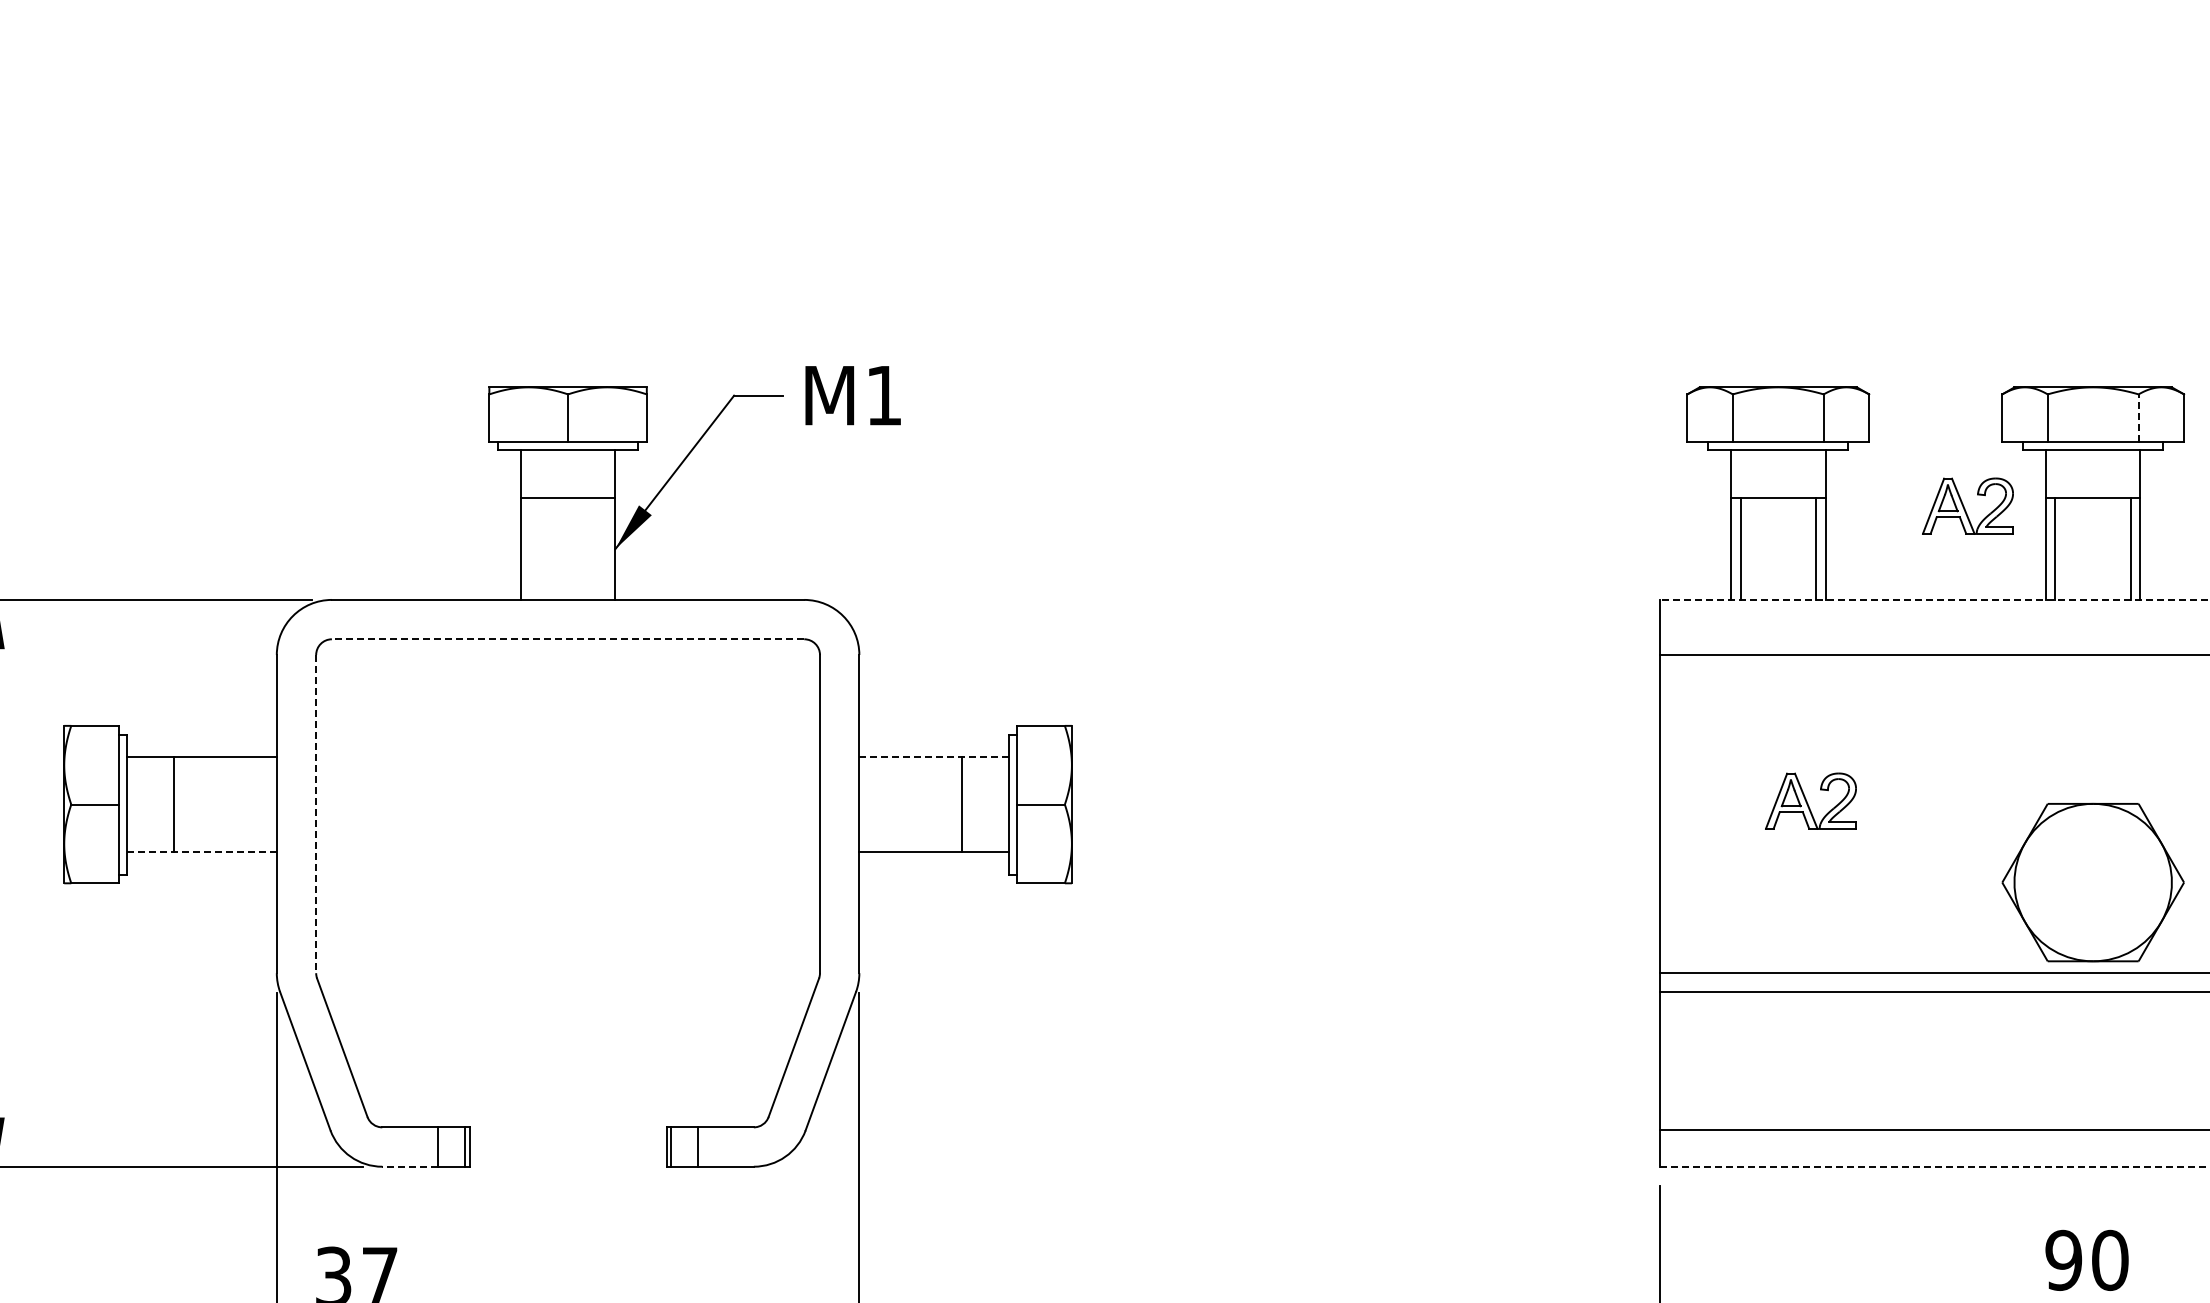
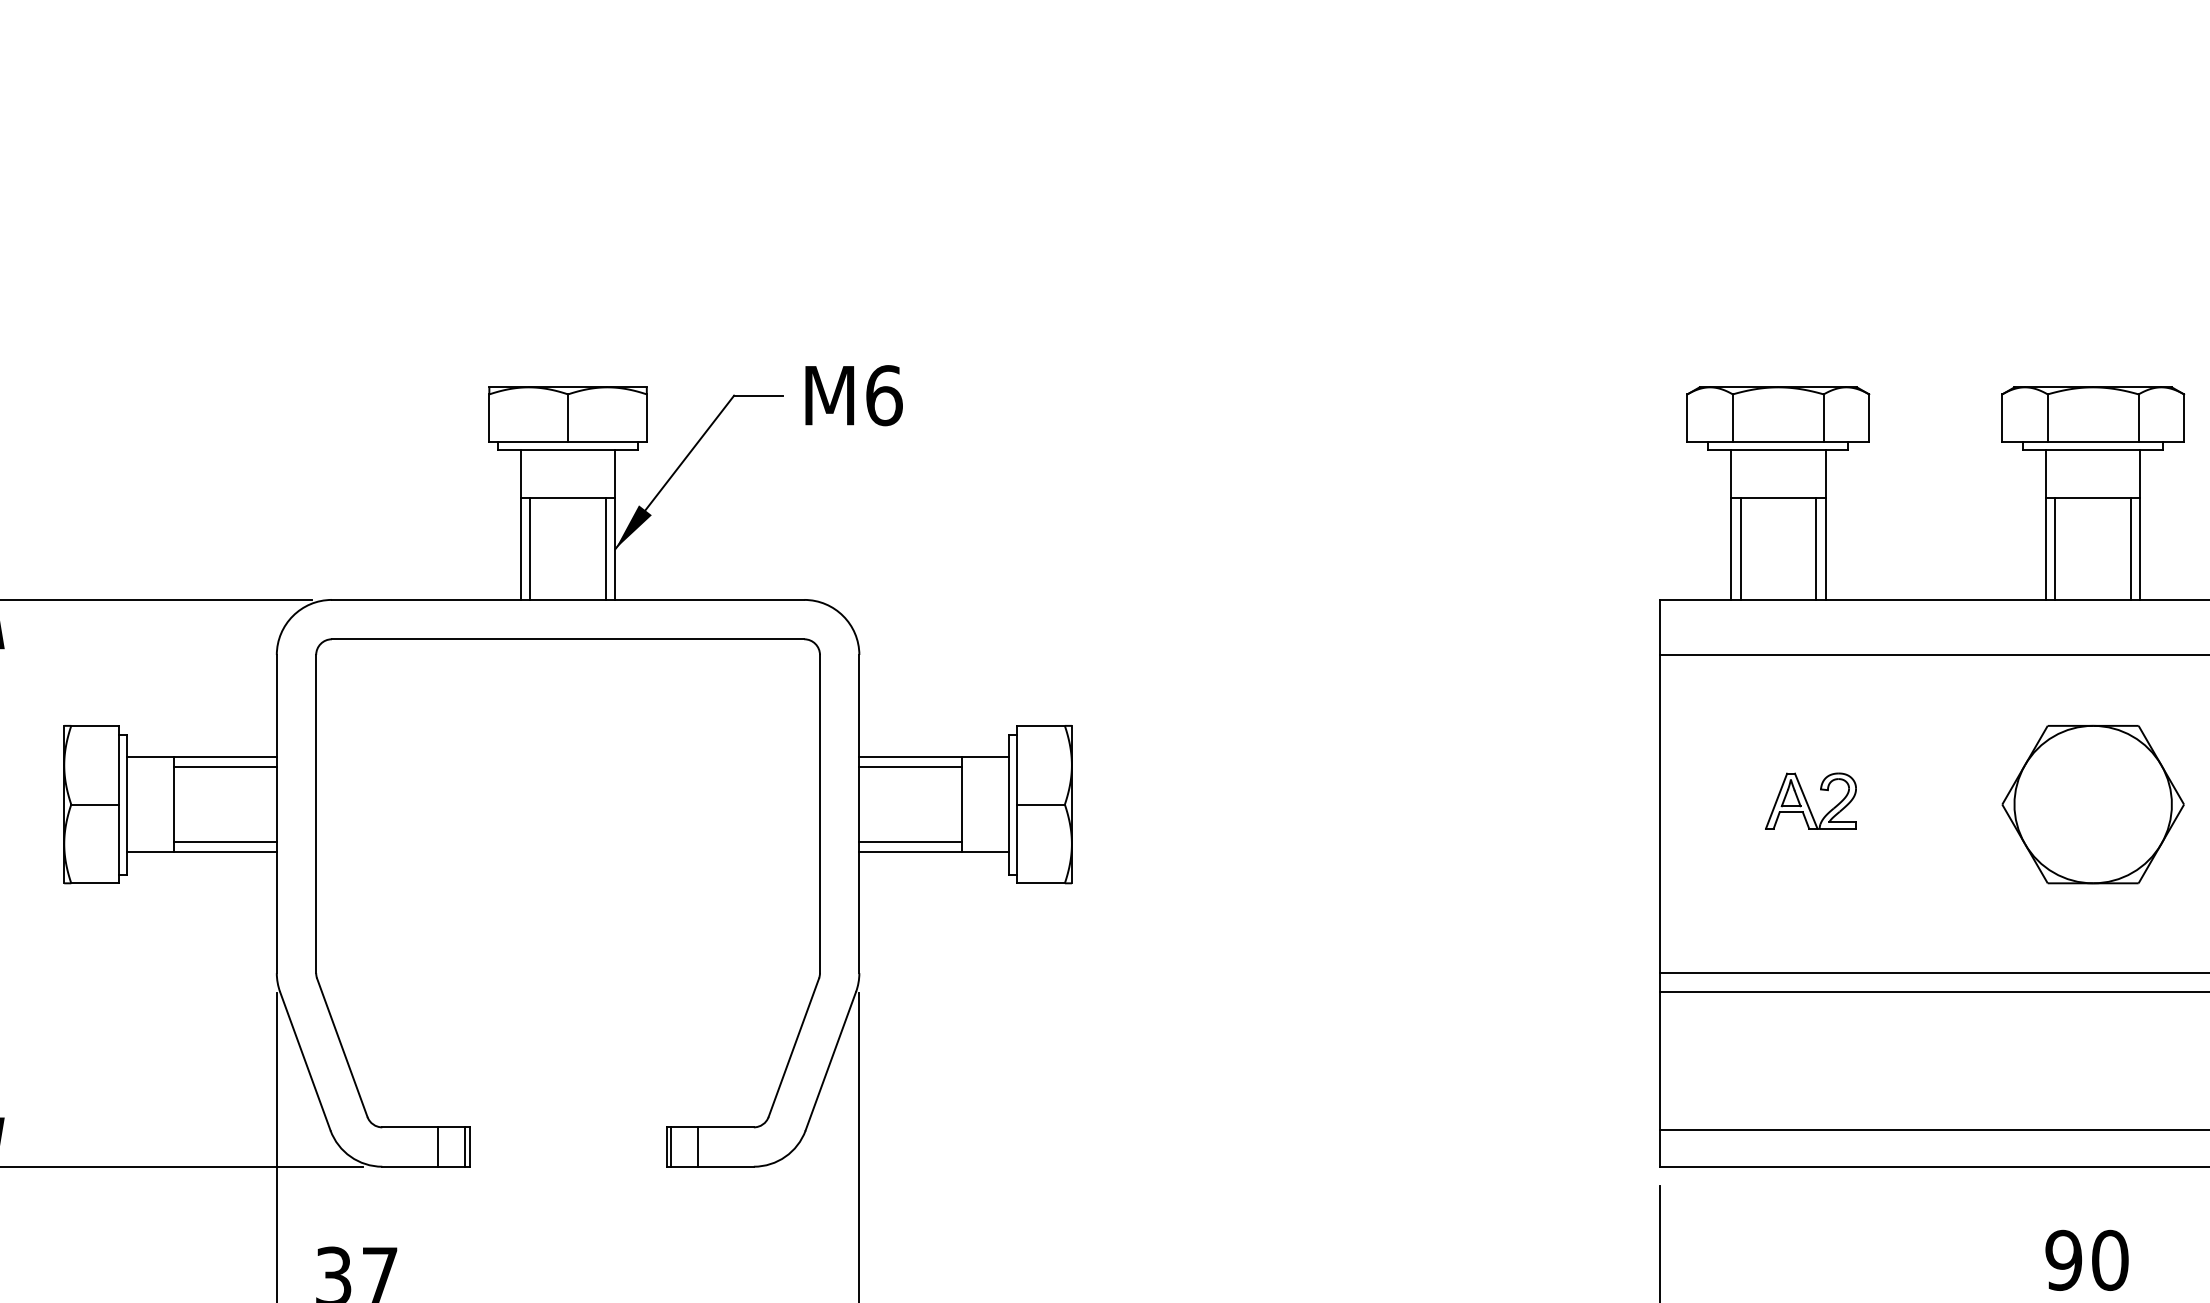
text at (884, 395): M1 -> M6
line at (2138, 417): dashed -> solid
part at (1967, 505): present -> none
line at (530, 548): none -> present
line at (605, 548): none -> present
line at (1935, 599): dashed -> solid
line at (567, 639): dashed -> solid
line at (934, 757): dashed -> solid
line at (225, 766): none -> present
line at (910, 766): none -> present
line at (316, 814): dashed -> solid
line at (225, 842): none -> present
line at (910, 842): none -> present
line at (202, 851): dashed -> solid
part at (2092, 882) position: (2092, 882) -> (2092, 804)
line at (410, 1166): dashed -> solid
line at (1935, 1166): dashed -> solid
